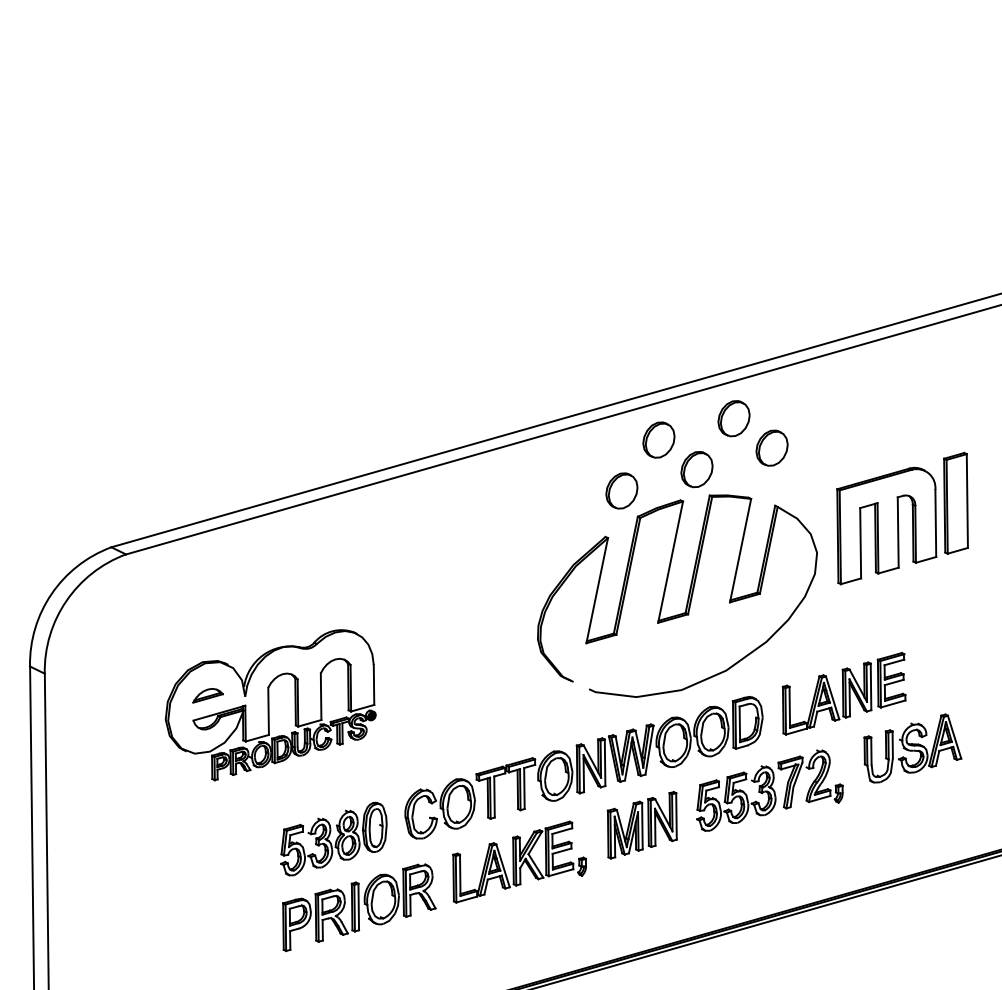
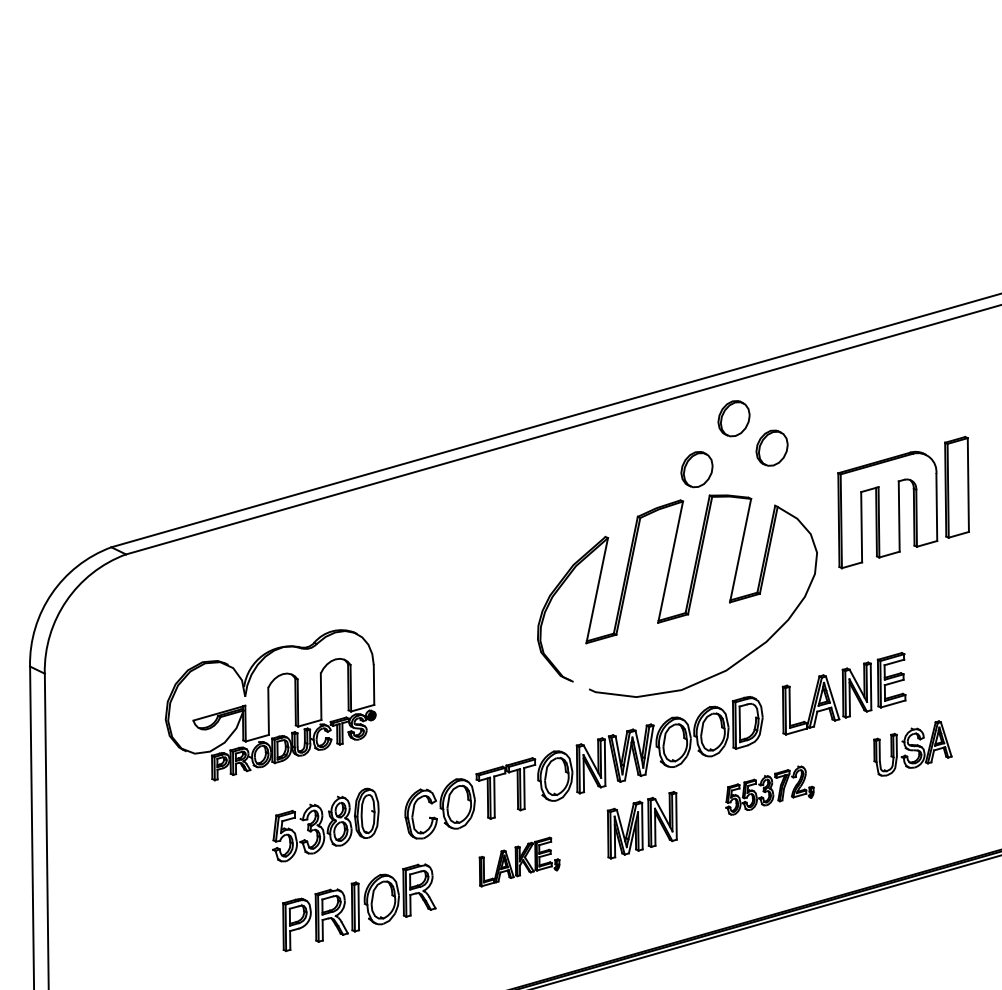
part at (658, 439): present -> none
part at (621, 490): present -> none
part at (902, 518) position: (902, 518) -> (903, 502)
part at (207, 695): present -> none
part at (912, 748) size: 100x71 px -> 80x57 px
part at (769, 790) size: 148x83 px -> 90x51 px
part at (333, 838) position: (333, 838) -> (325, 824)
part at (519, 861) size: 135x84 px -> 83x52 px
